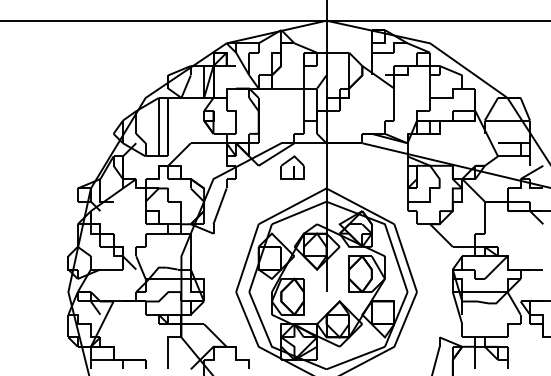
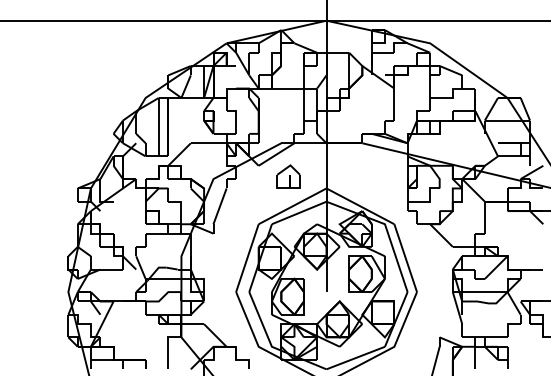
part at (292, 167) position: (292, 167) -> (288, 176)
